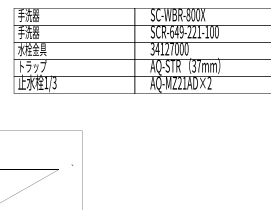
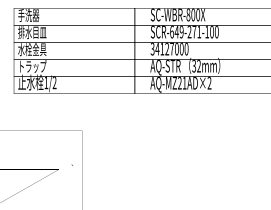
text at (32, 32): 手洗器 -> 排水目皿
text at (194, 32): SCR-649-221-100 -> SCR-649-271-100
text at (198, 66): 37mm -> 32mm
text at (54, 83): 1/3 -> 1/2
